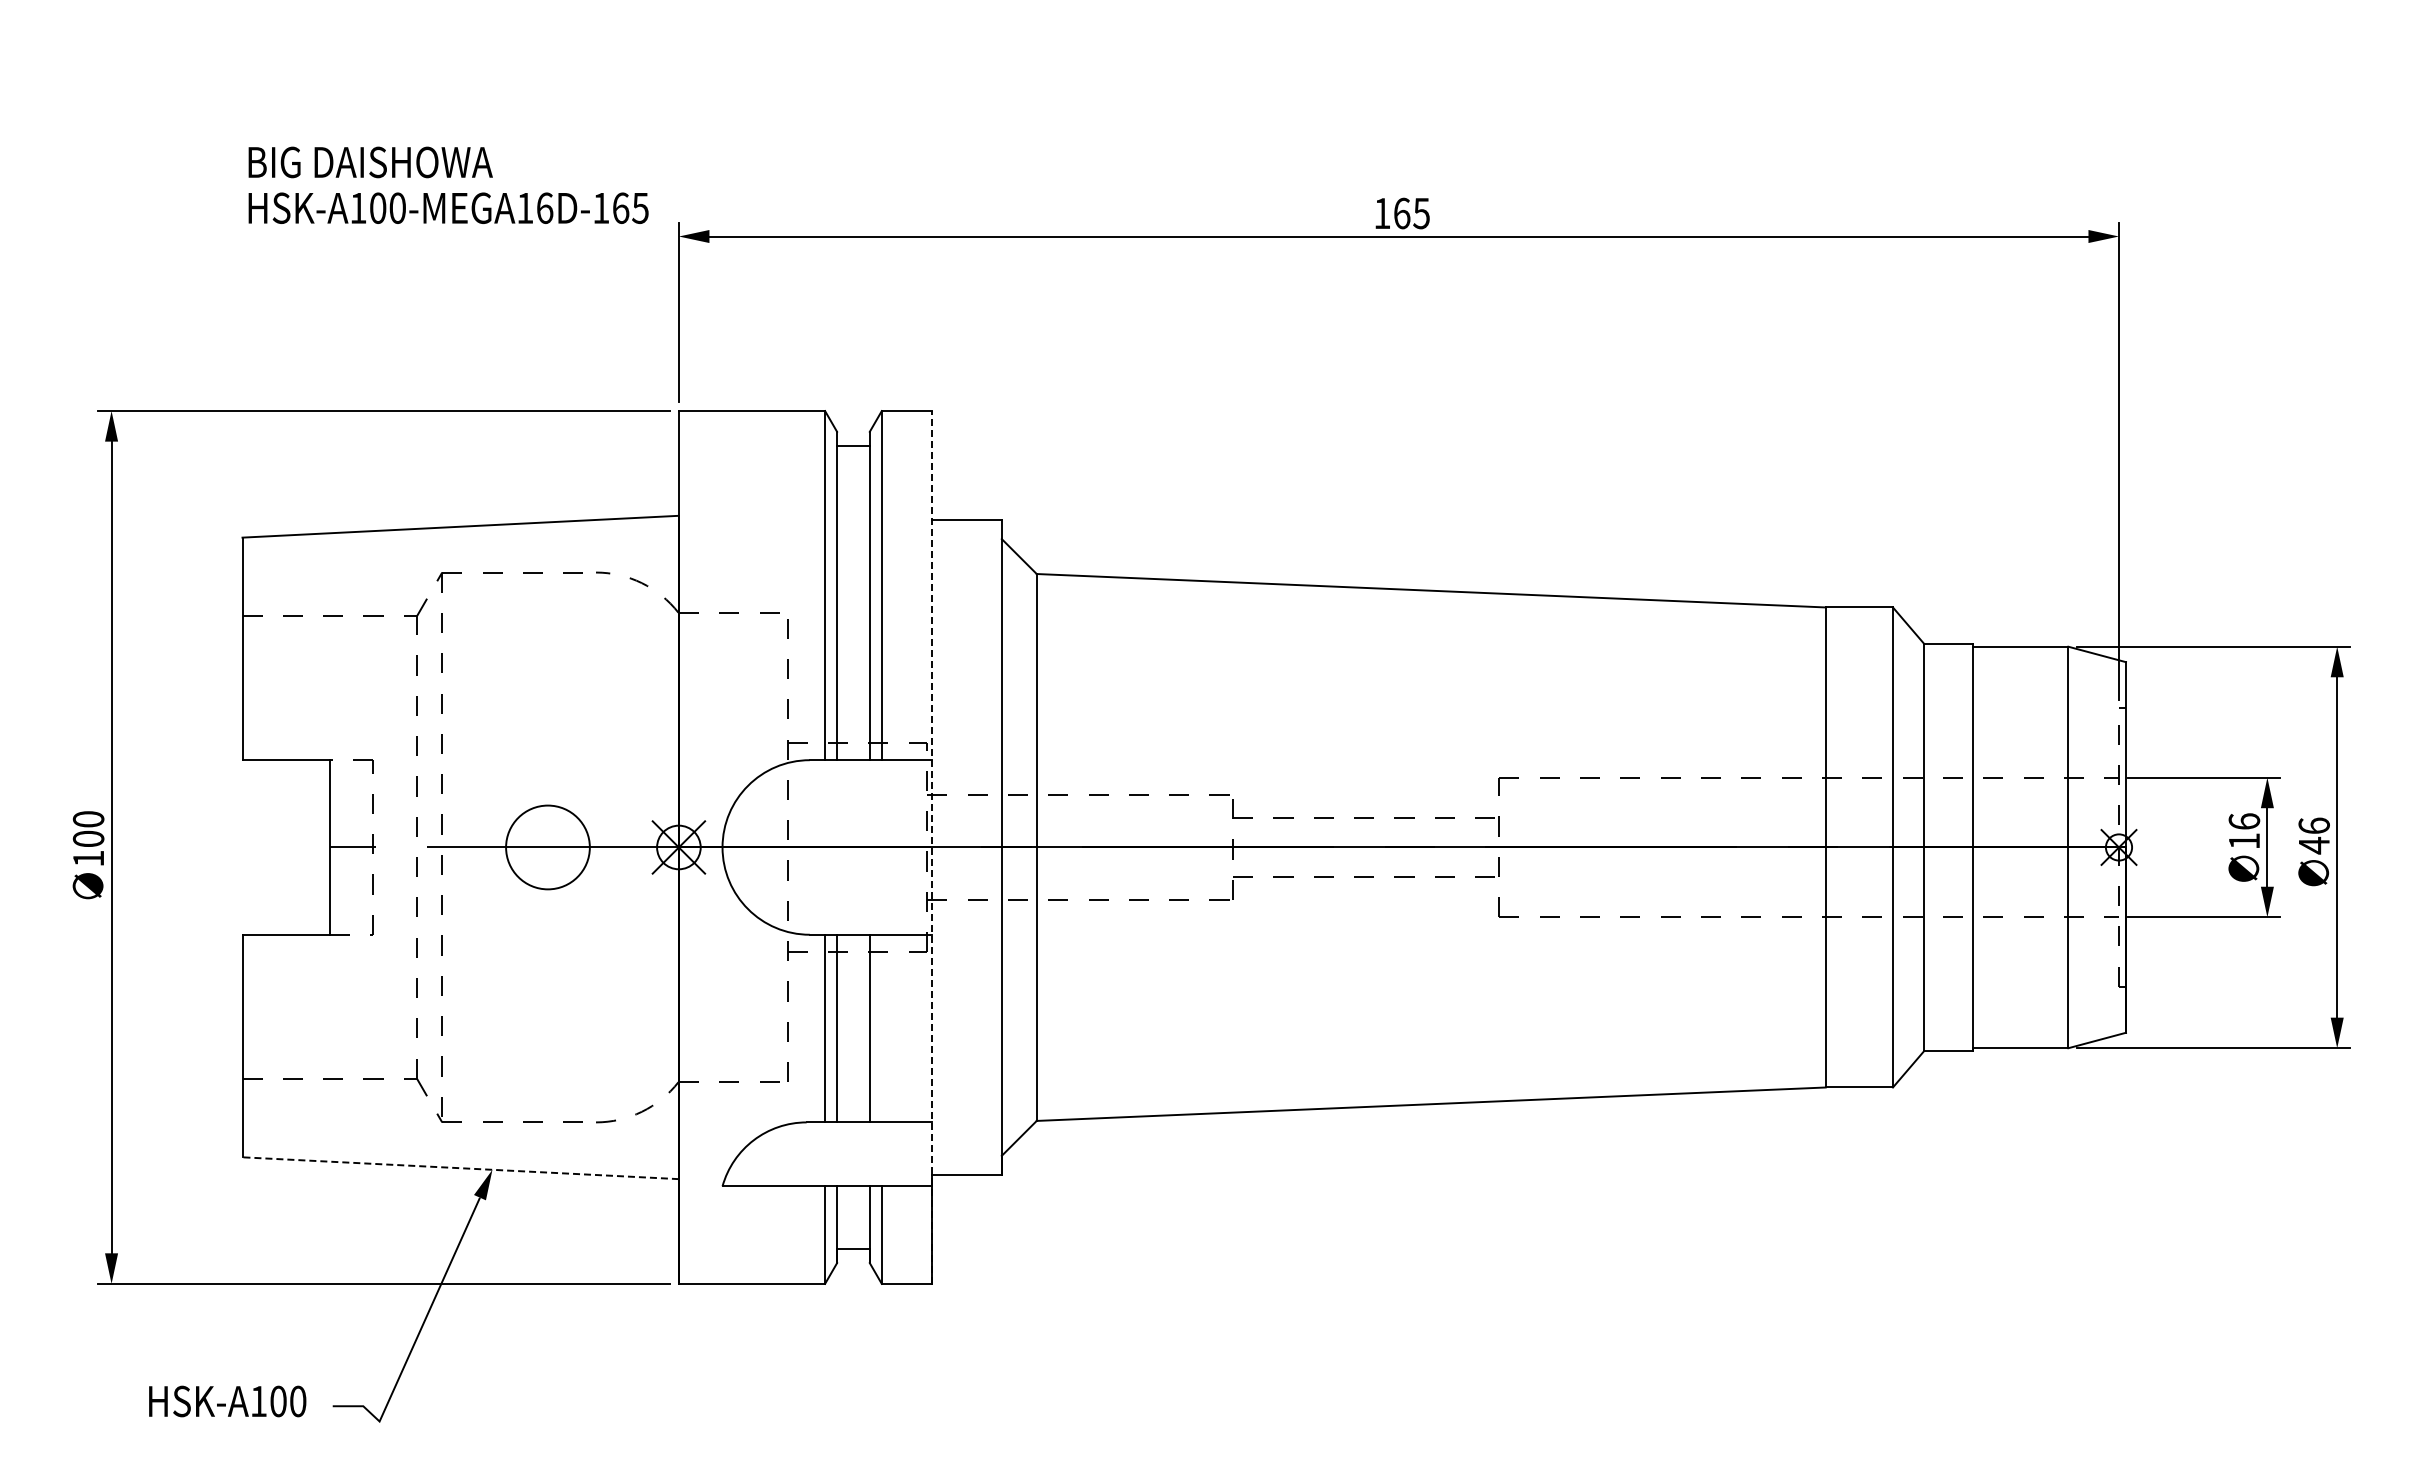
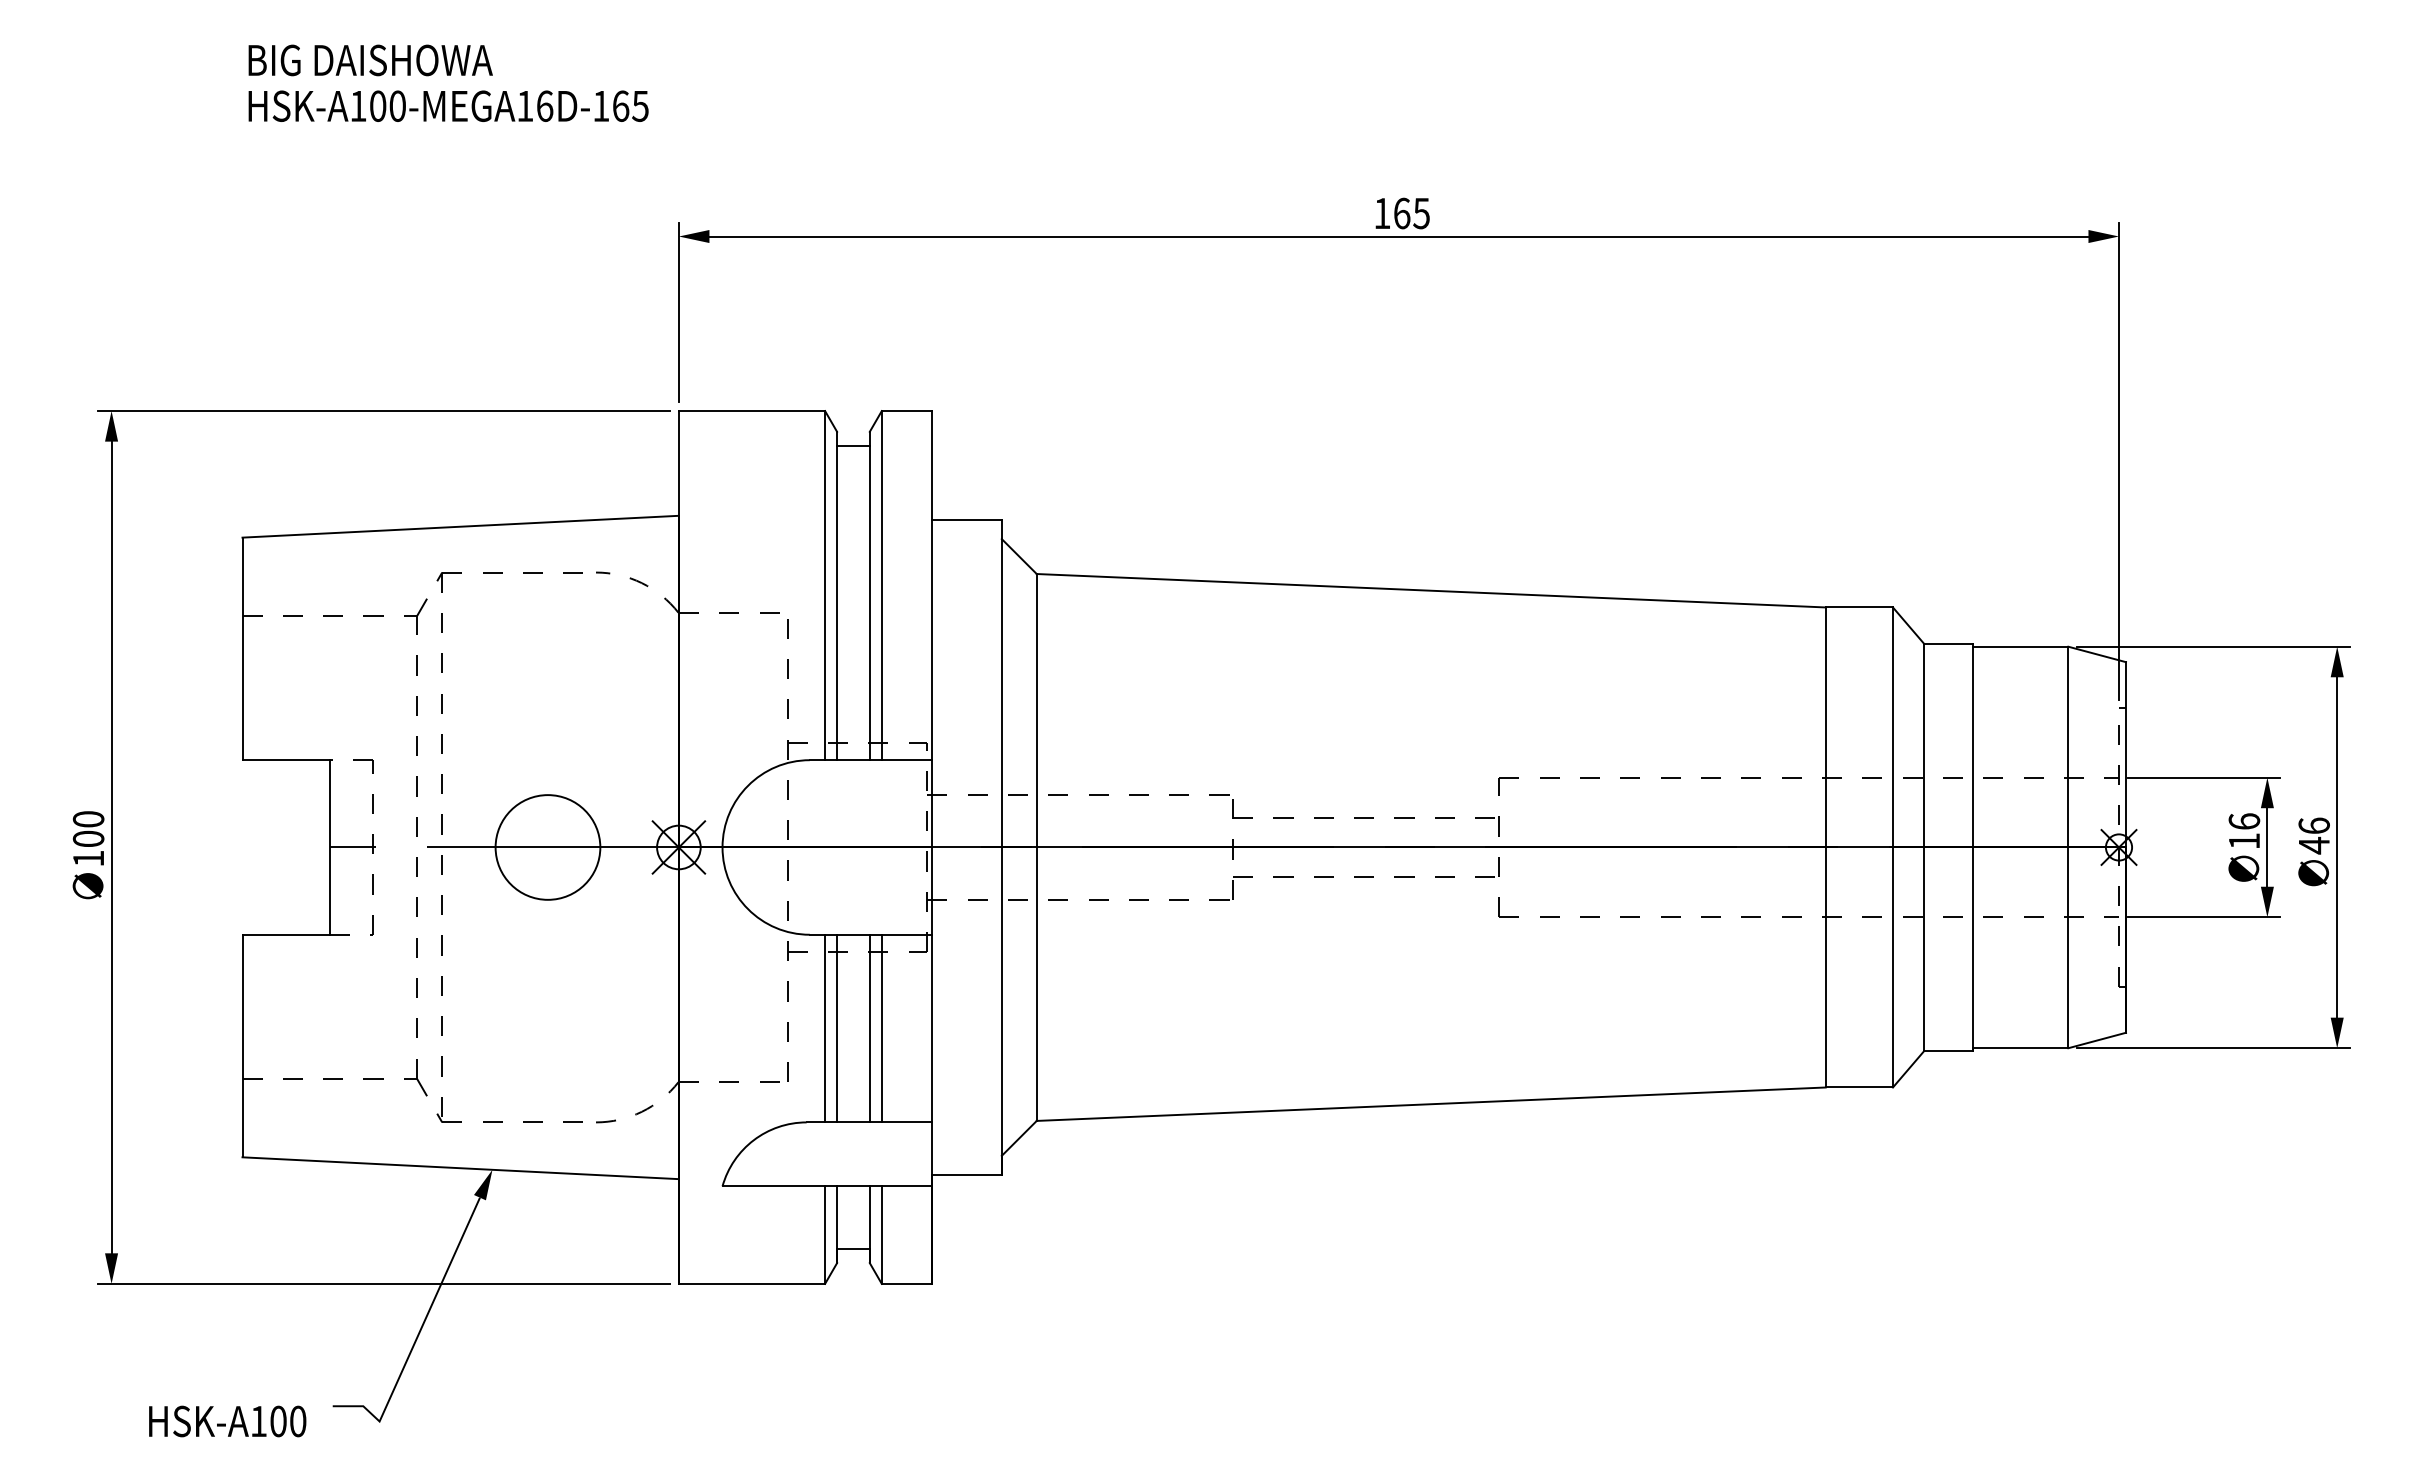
text at (448, 184) position: (448, 184) -> (448, 82)
line at (932, 846): dashed -> solid
circle at (547, 847) diameter: 84 px -> 105 px
line at (881, 1028): none -> present
line at (460, 1168): dashed -> solid
text at (227, 1401) position: (227, 1401) -> (227, 1421)
